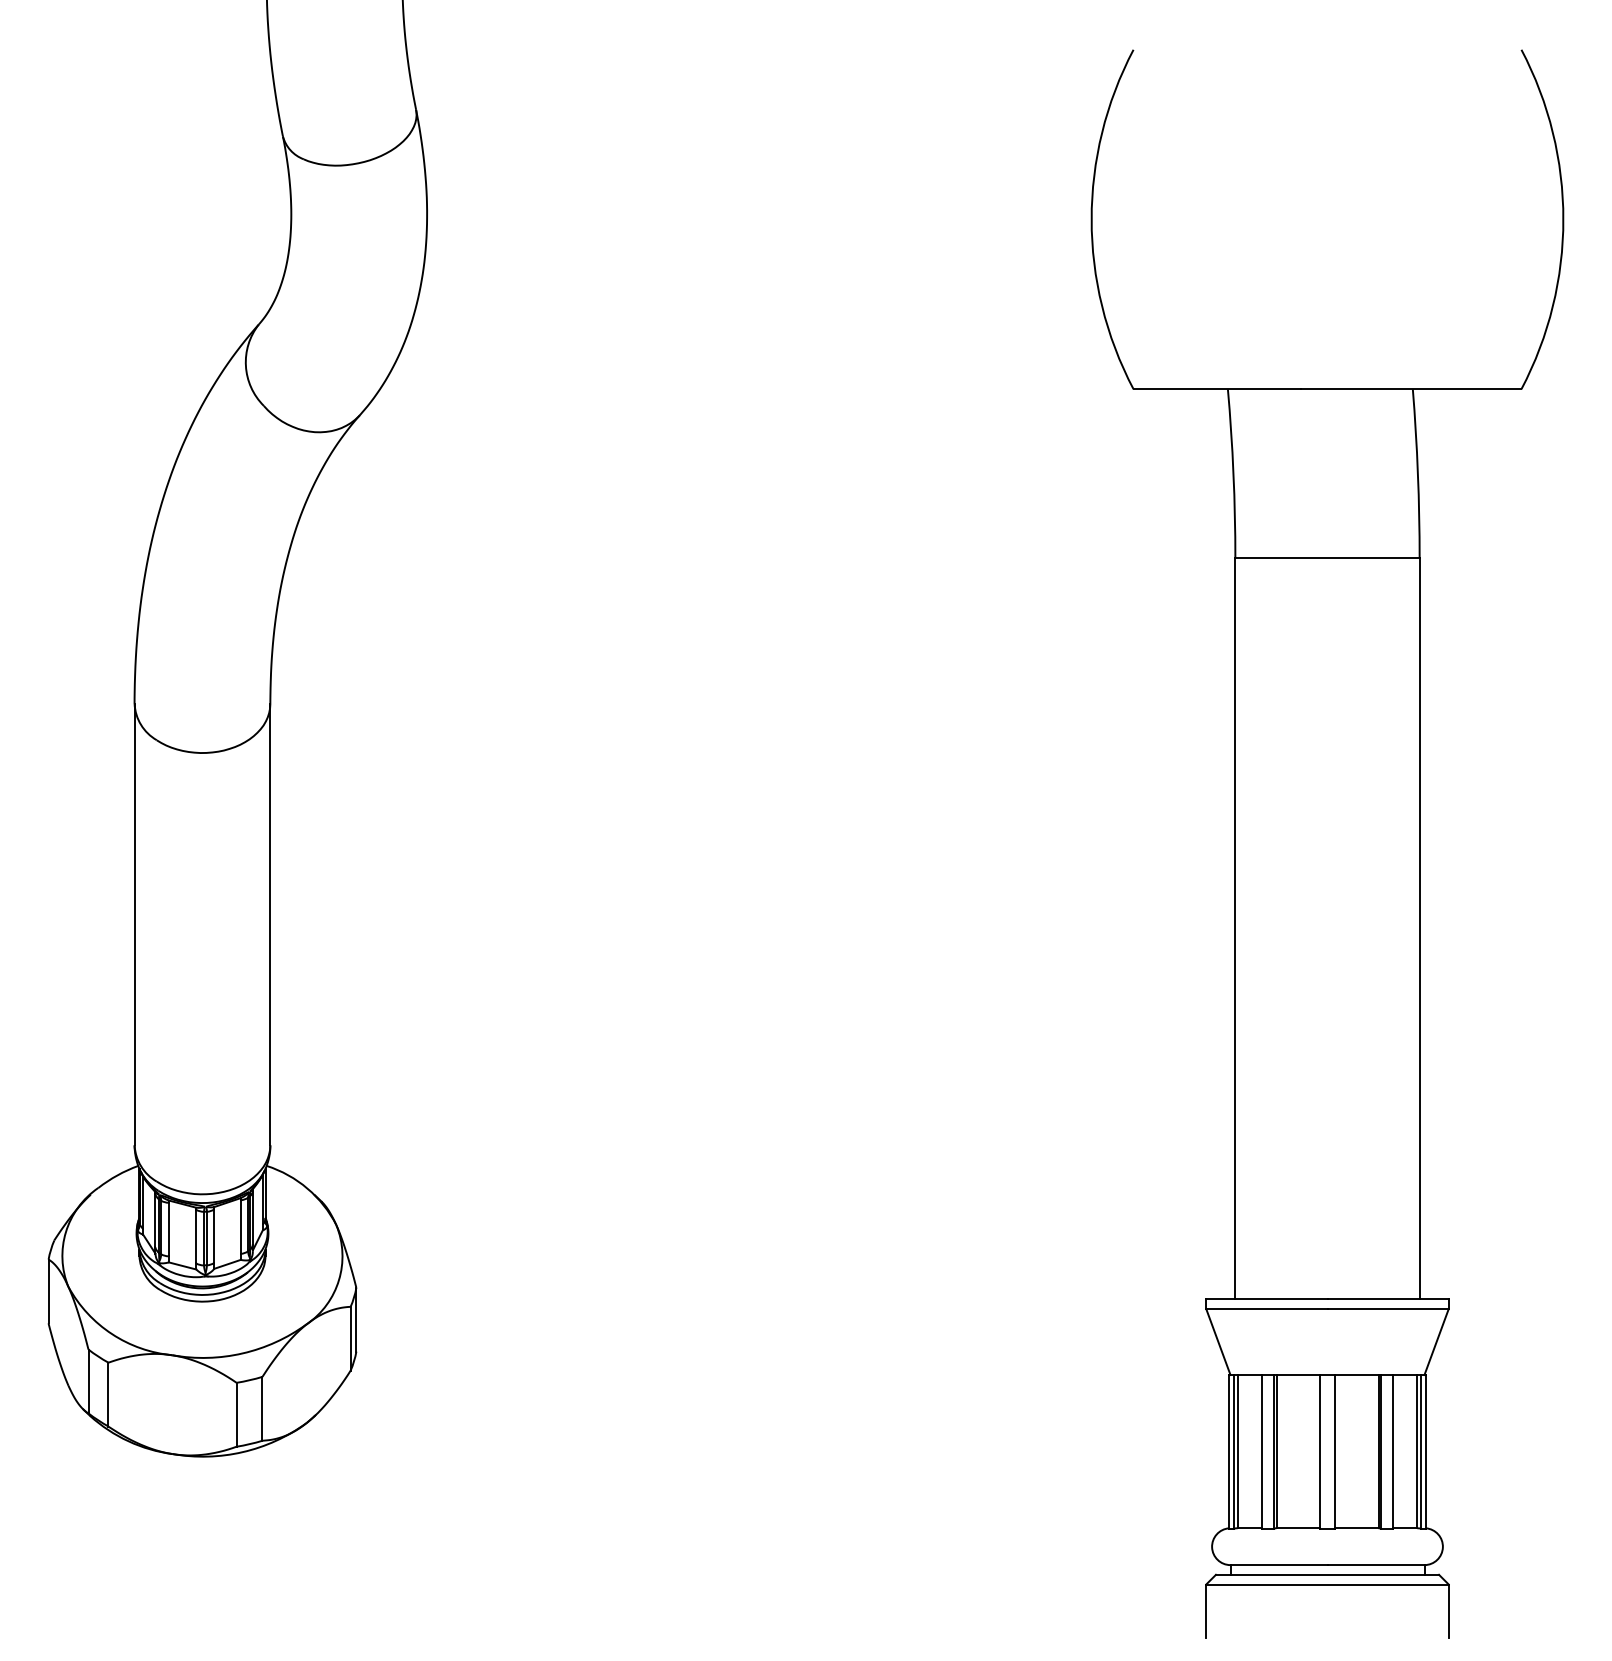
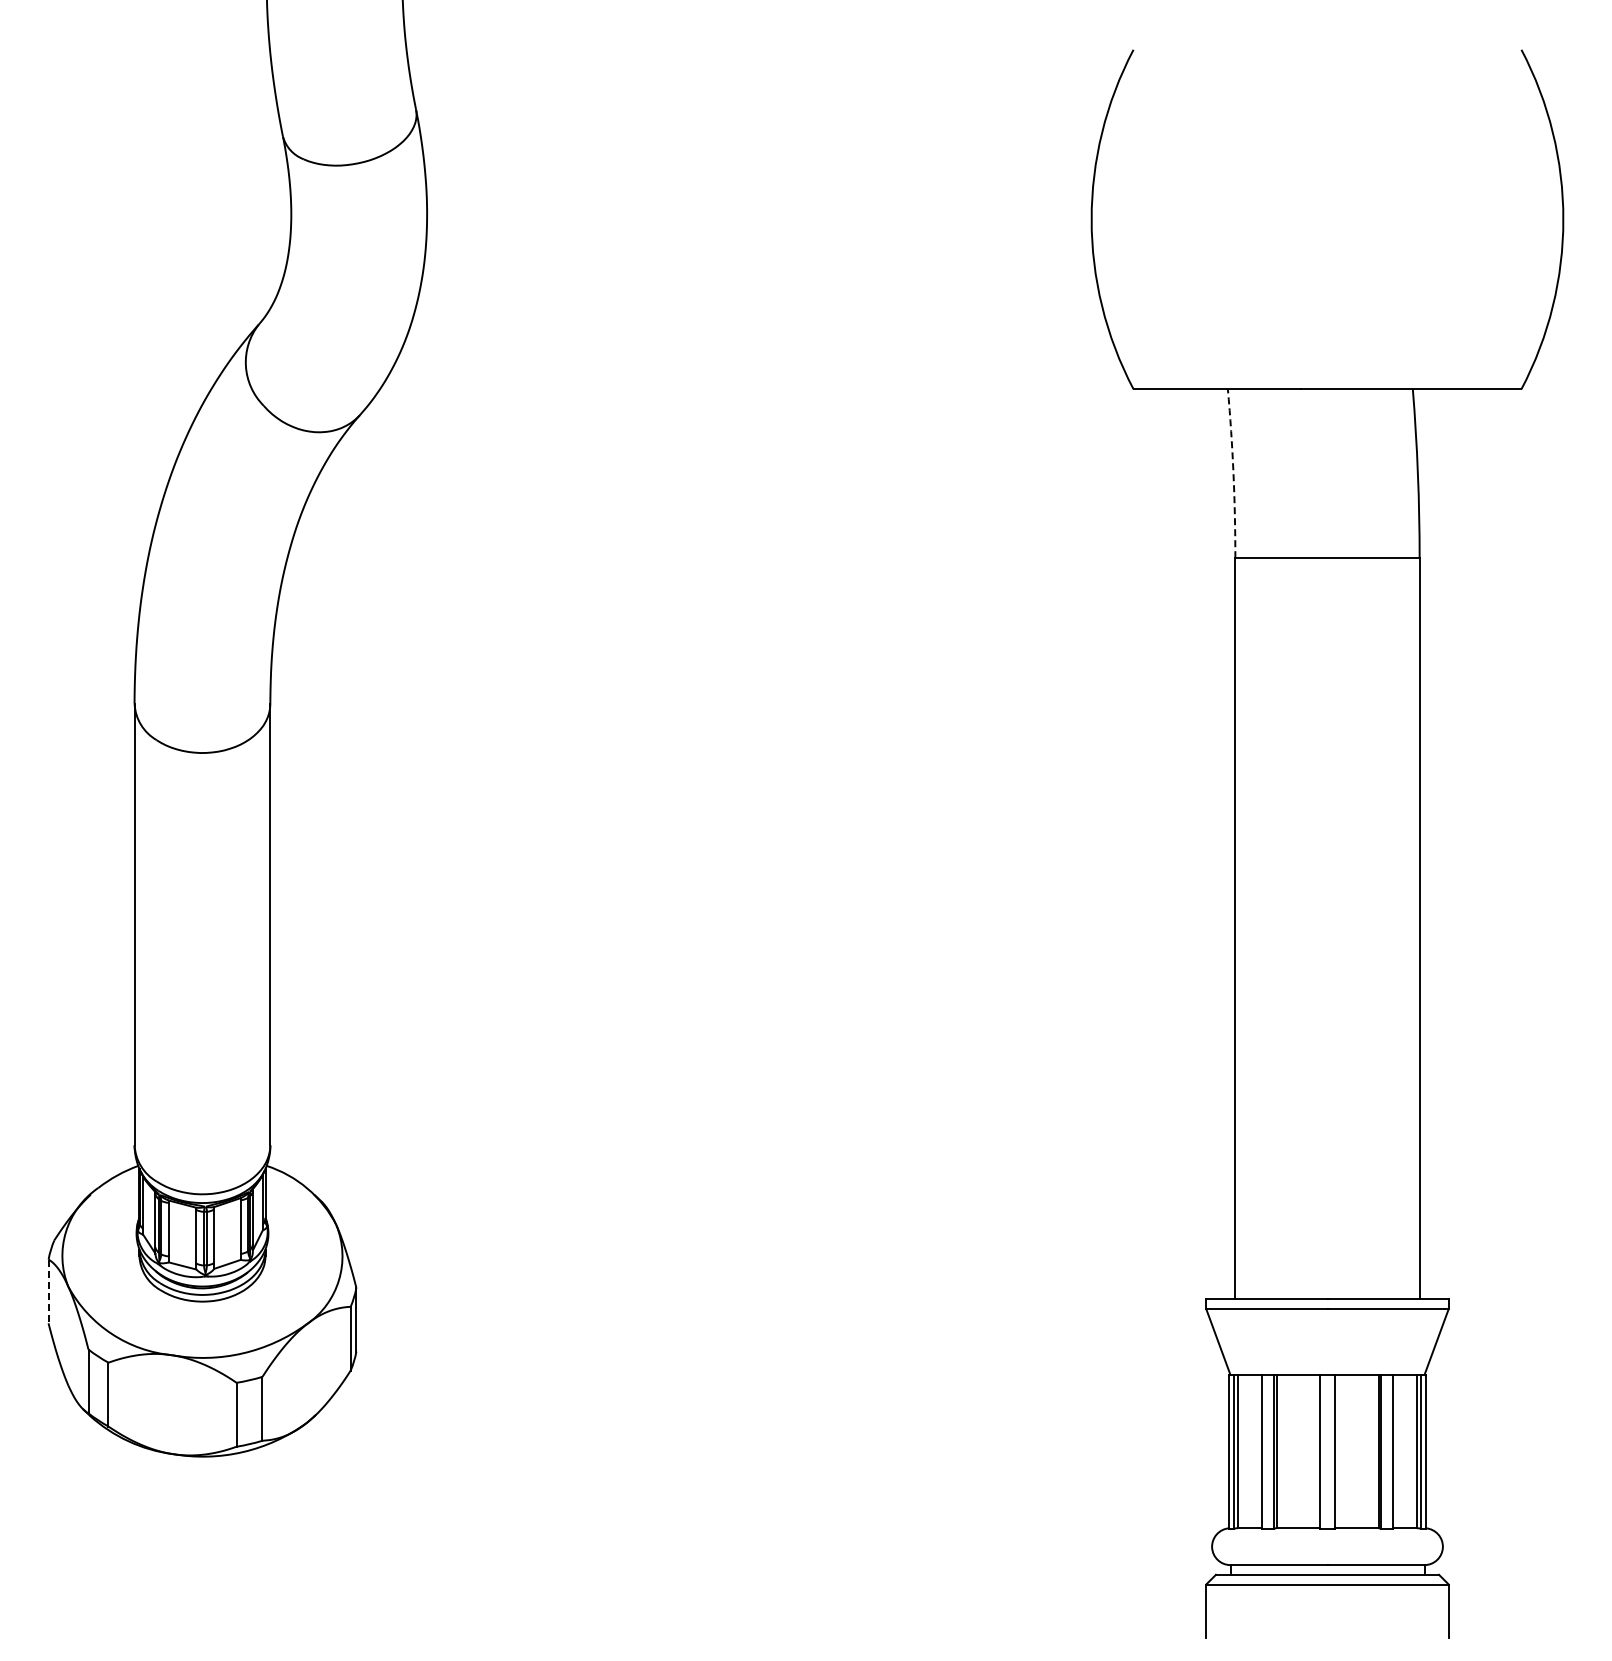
arc at (1233, 473): solid -> dashed
line at (48, 1291): solid -> dashed
